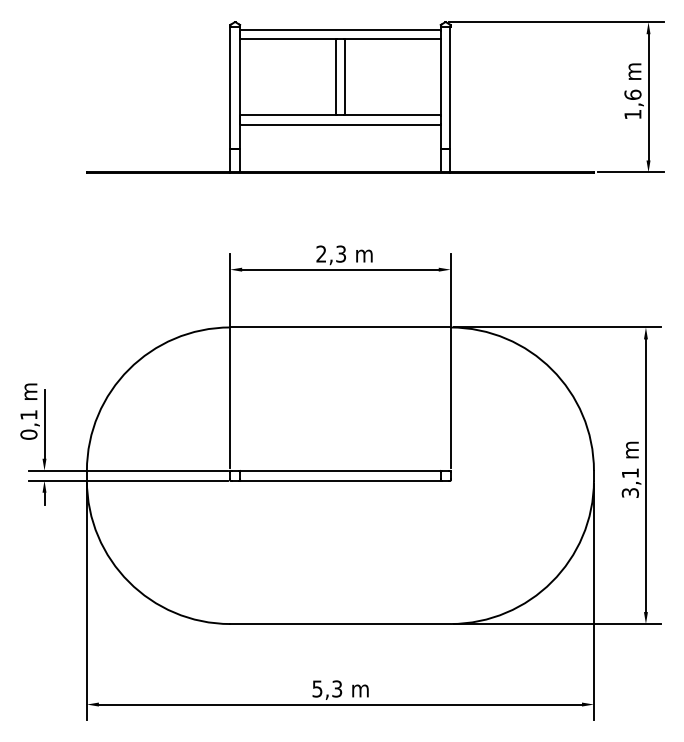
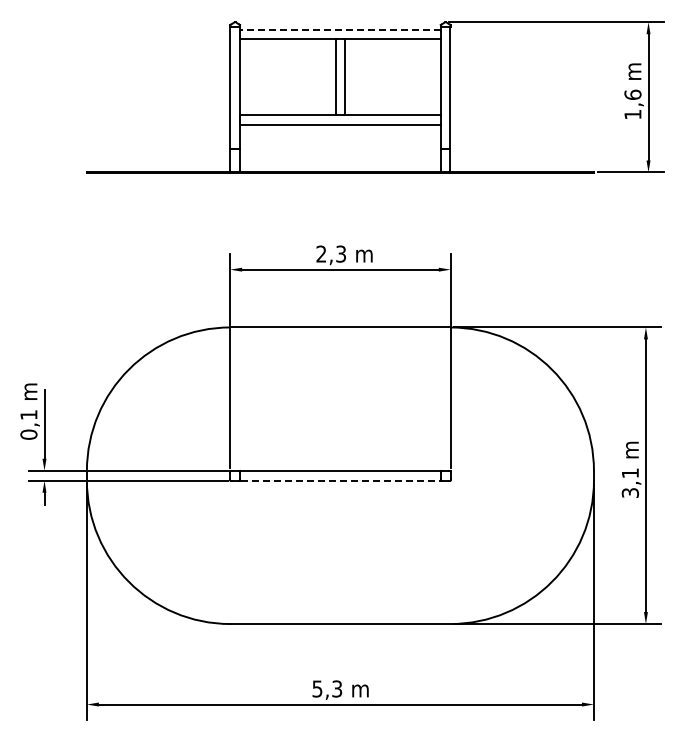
line at (340, 29): solid -> dashed
line at (340, 480): solid -> dashed
